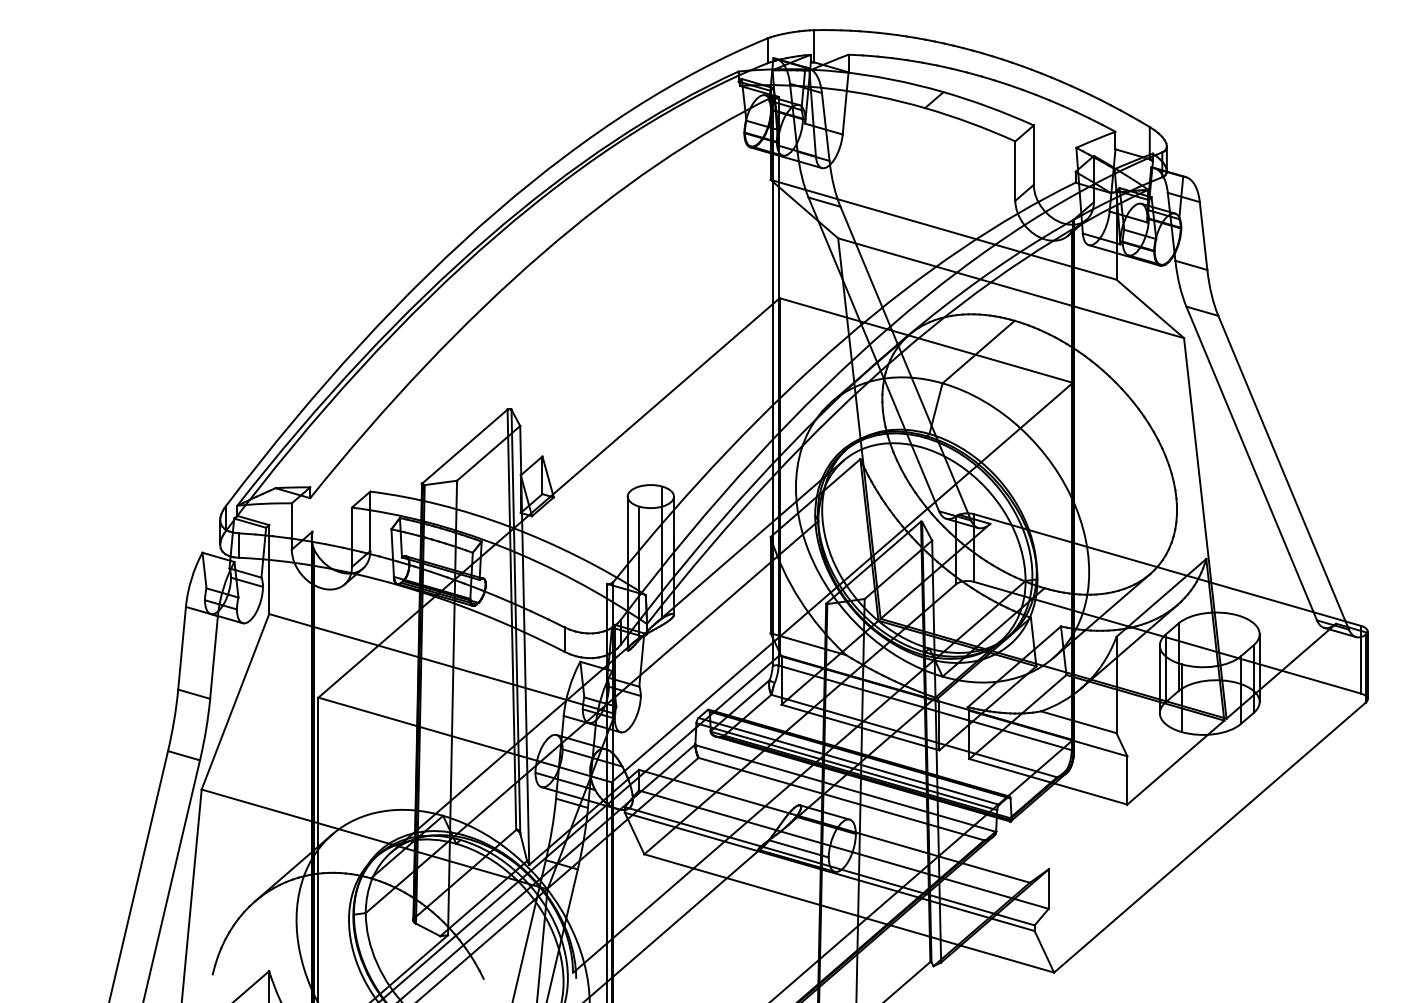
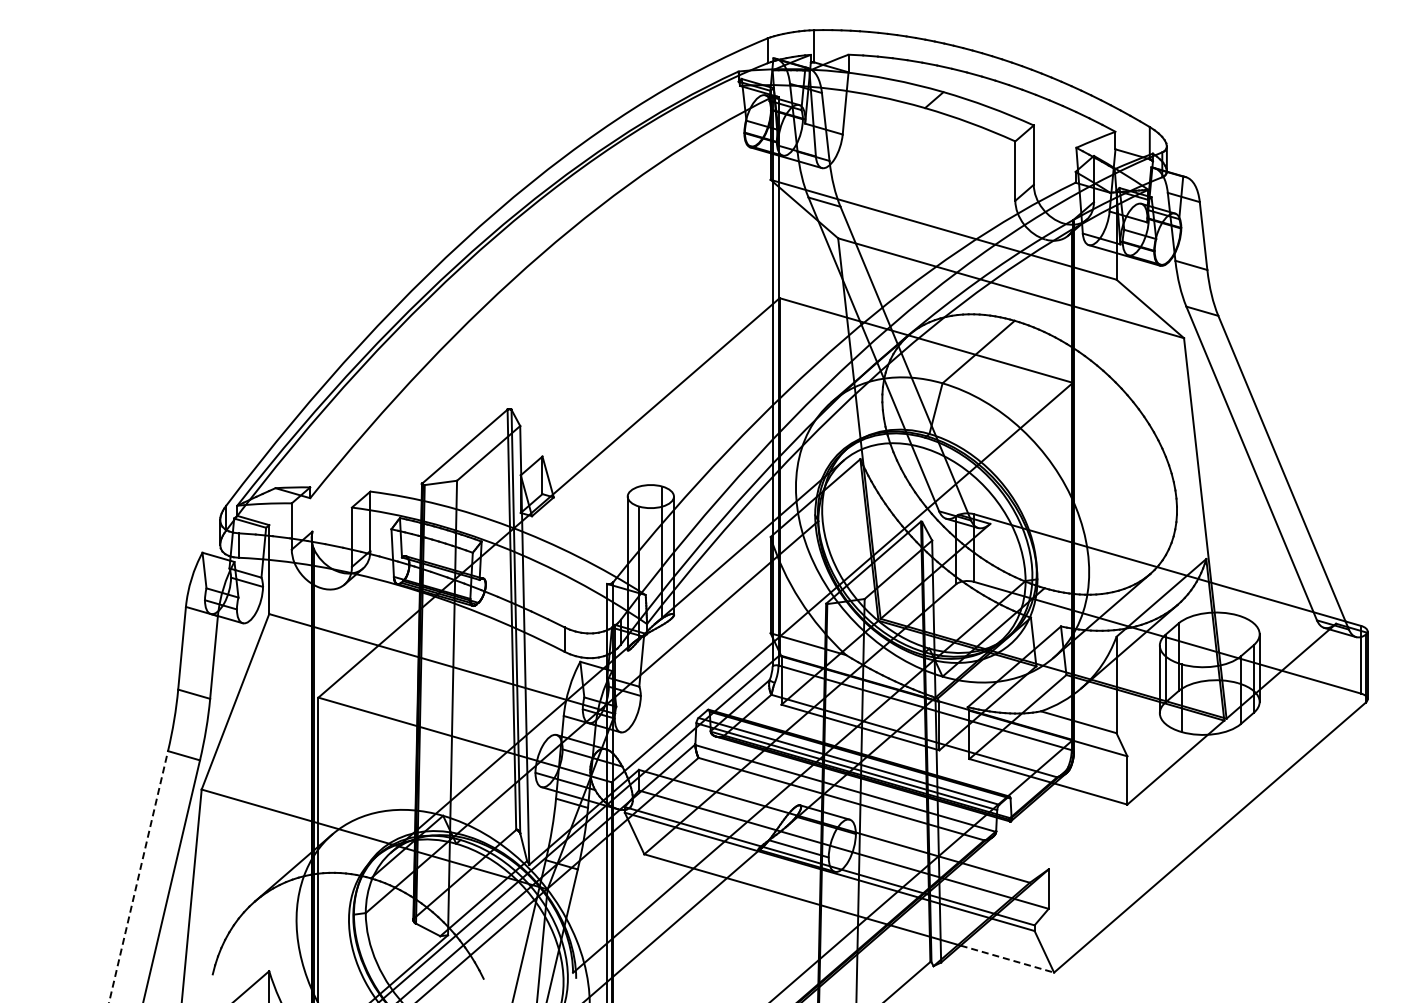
line at (138, 876): solid -> dashed
line at (1007, 959): solid -> dashed
